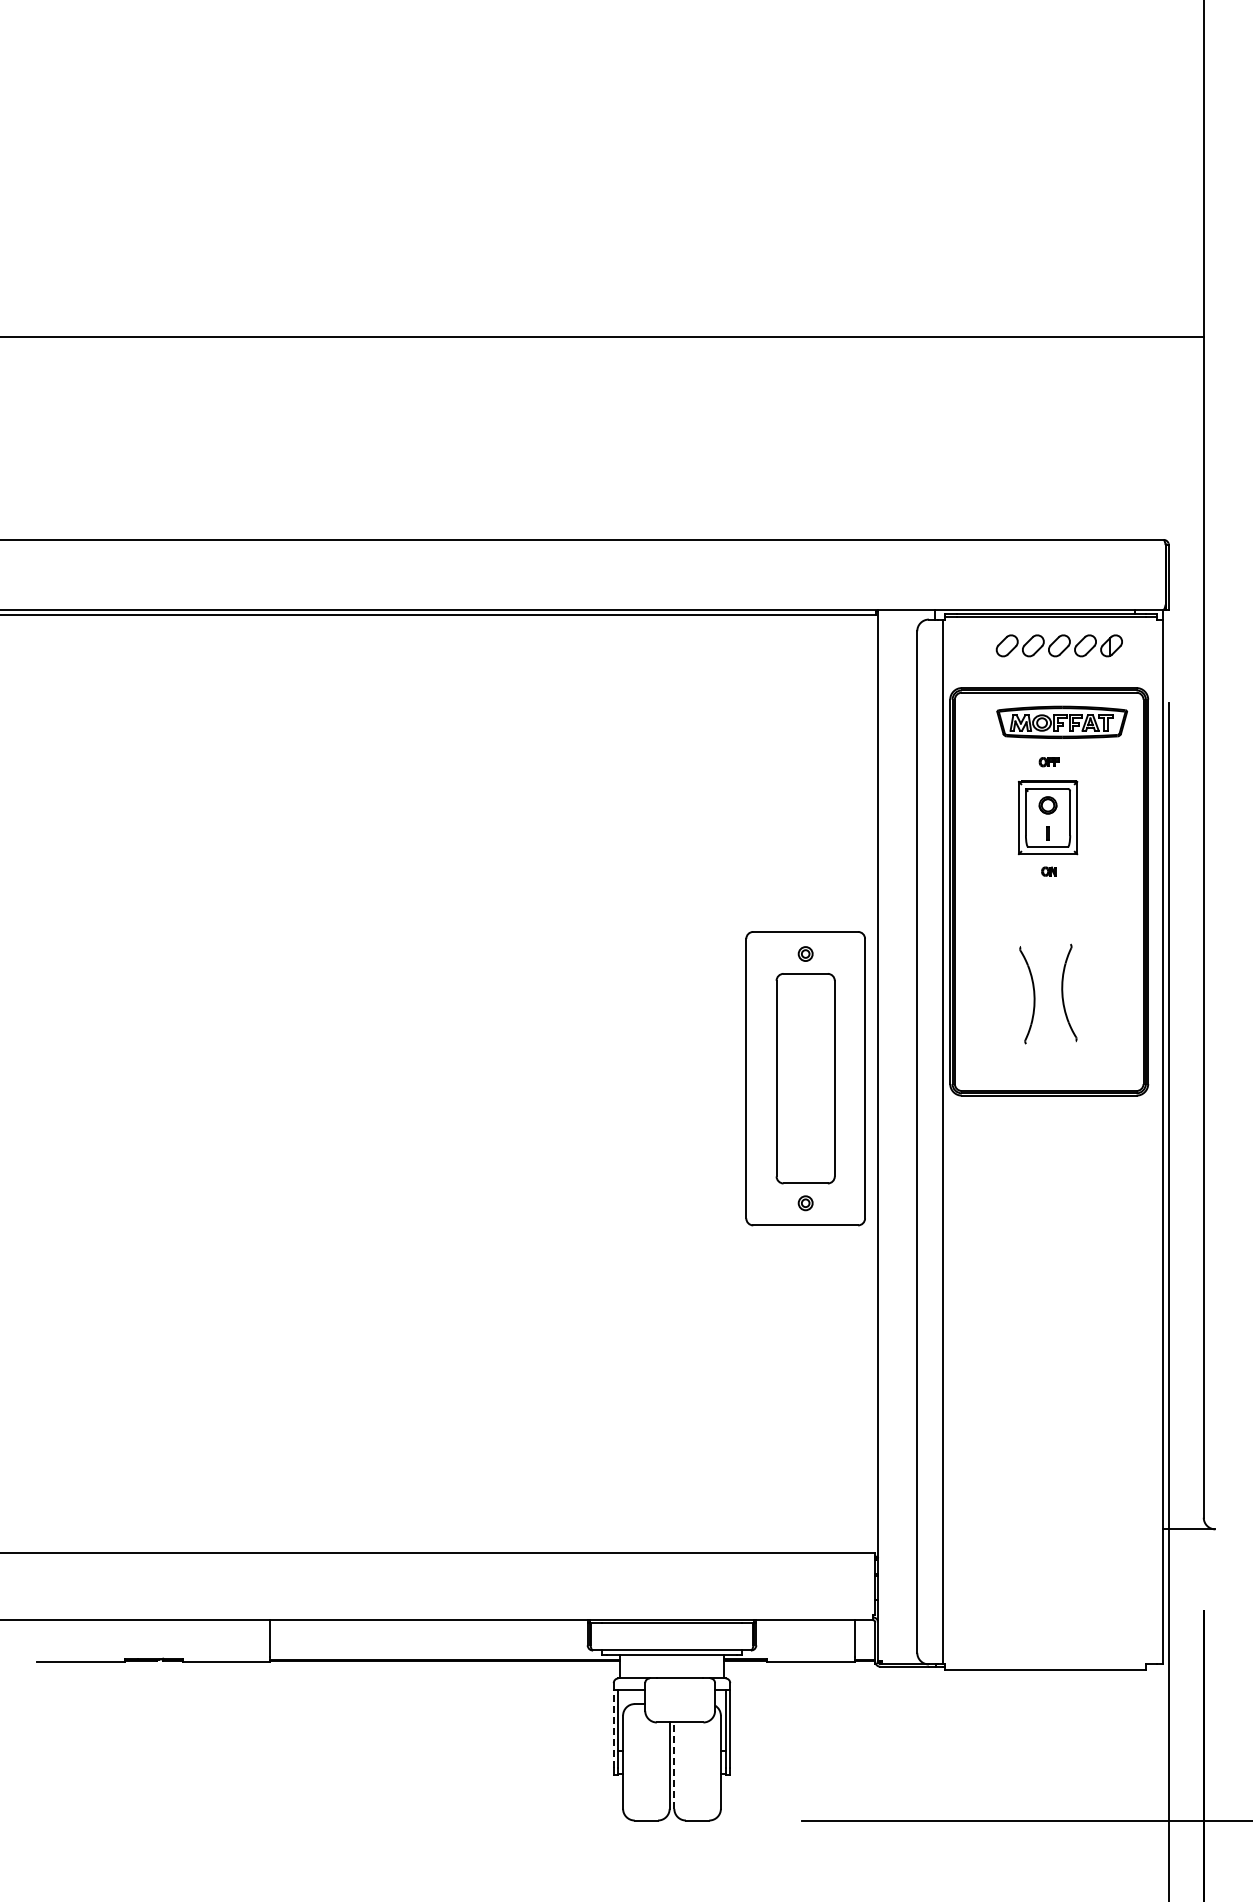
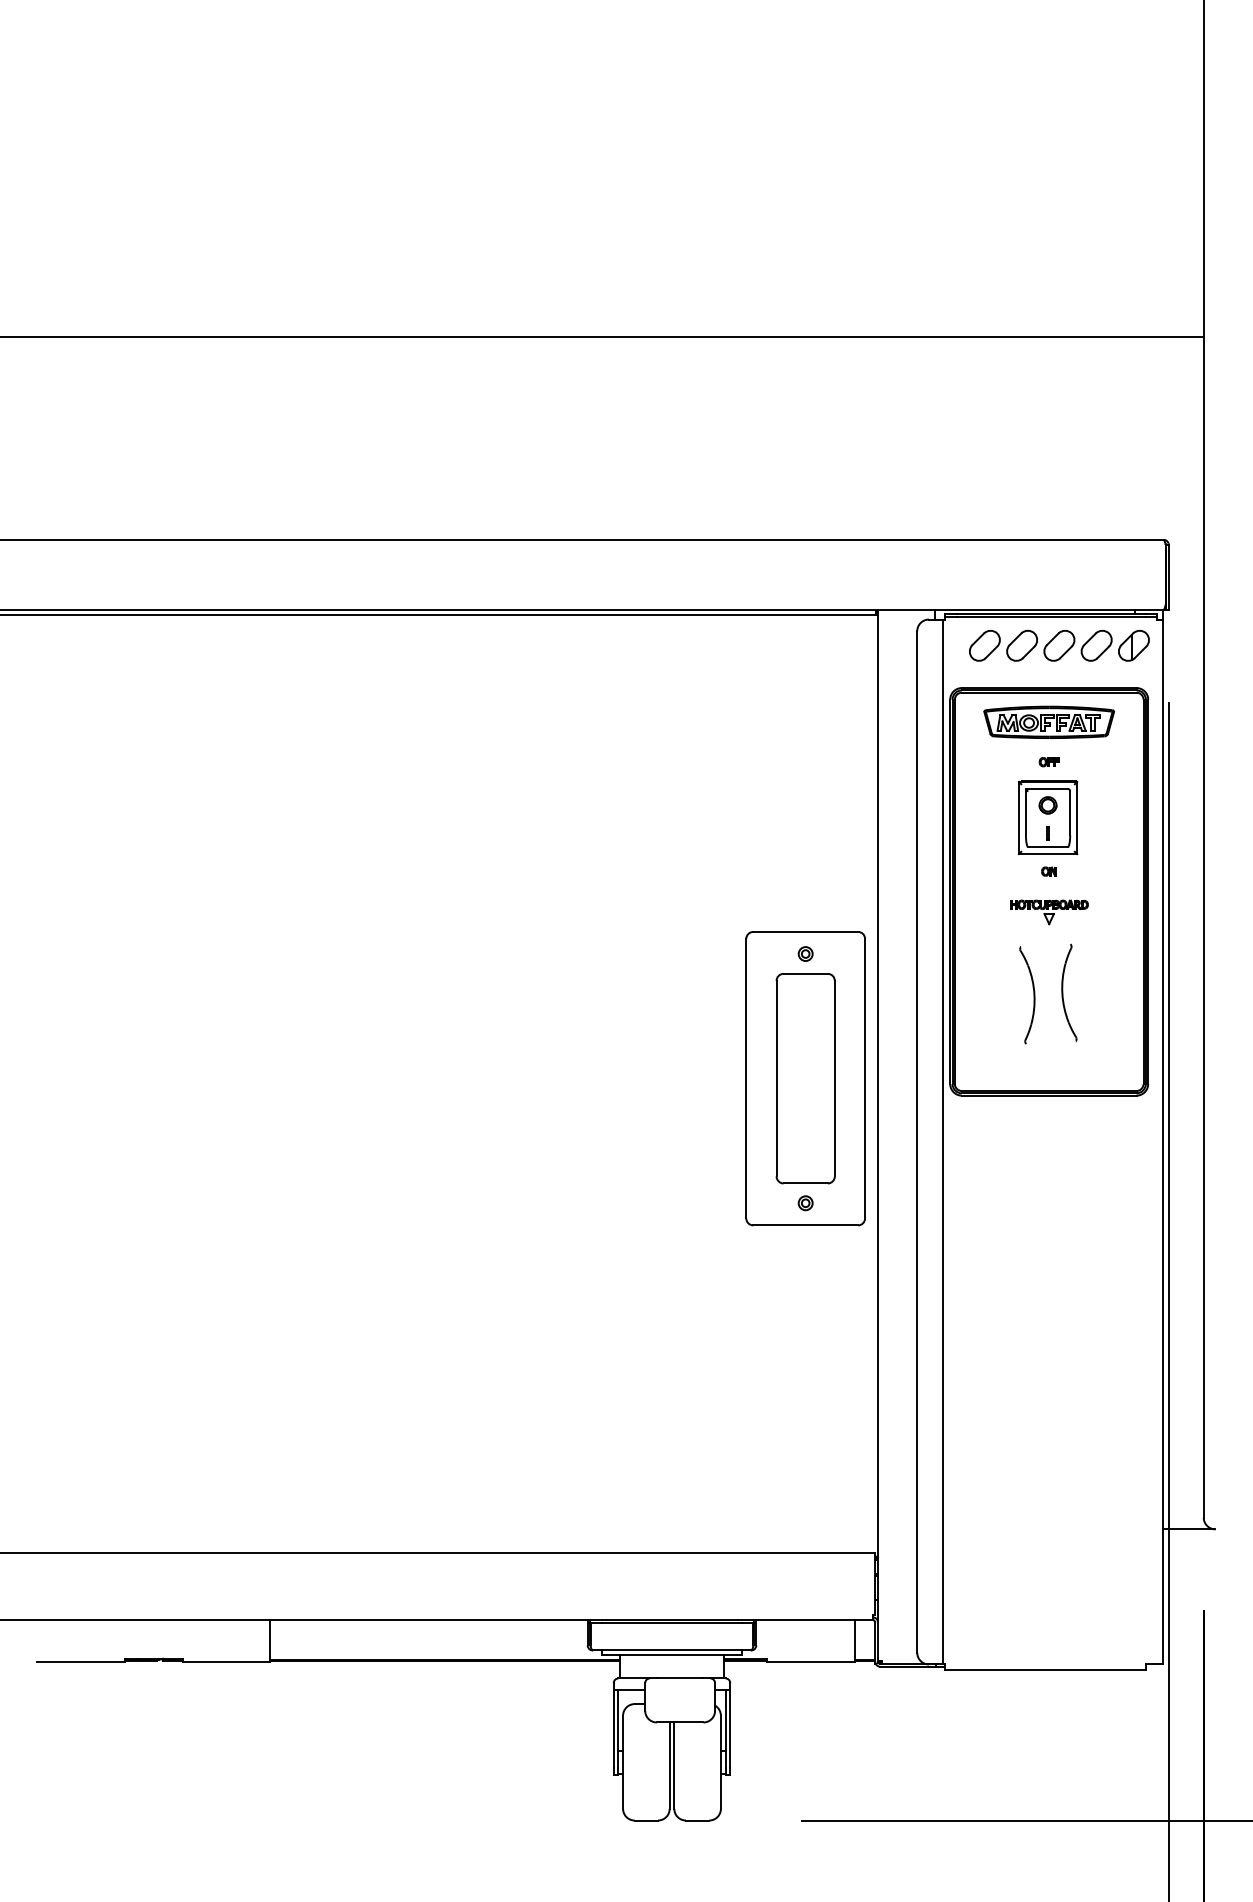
part at (1058, 645) size: 128x24 px -> 181x32 px
part at (1061, 721) position: (1061, 721) -> (1048, 721)
part at (1049, 912): none -> present
line at (613, 1728): dashed -> solid
line at (674, 1765): dashed -> solid
